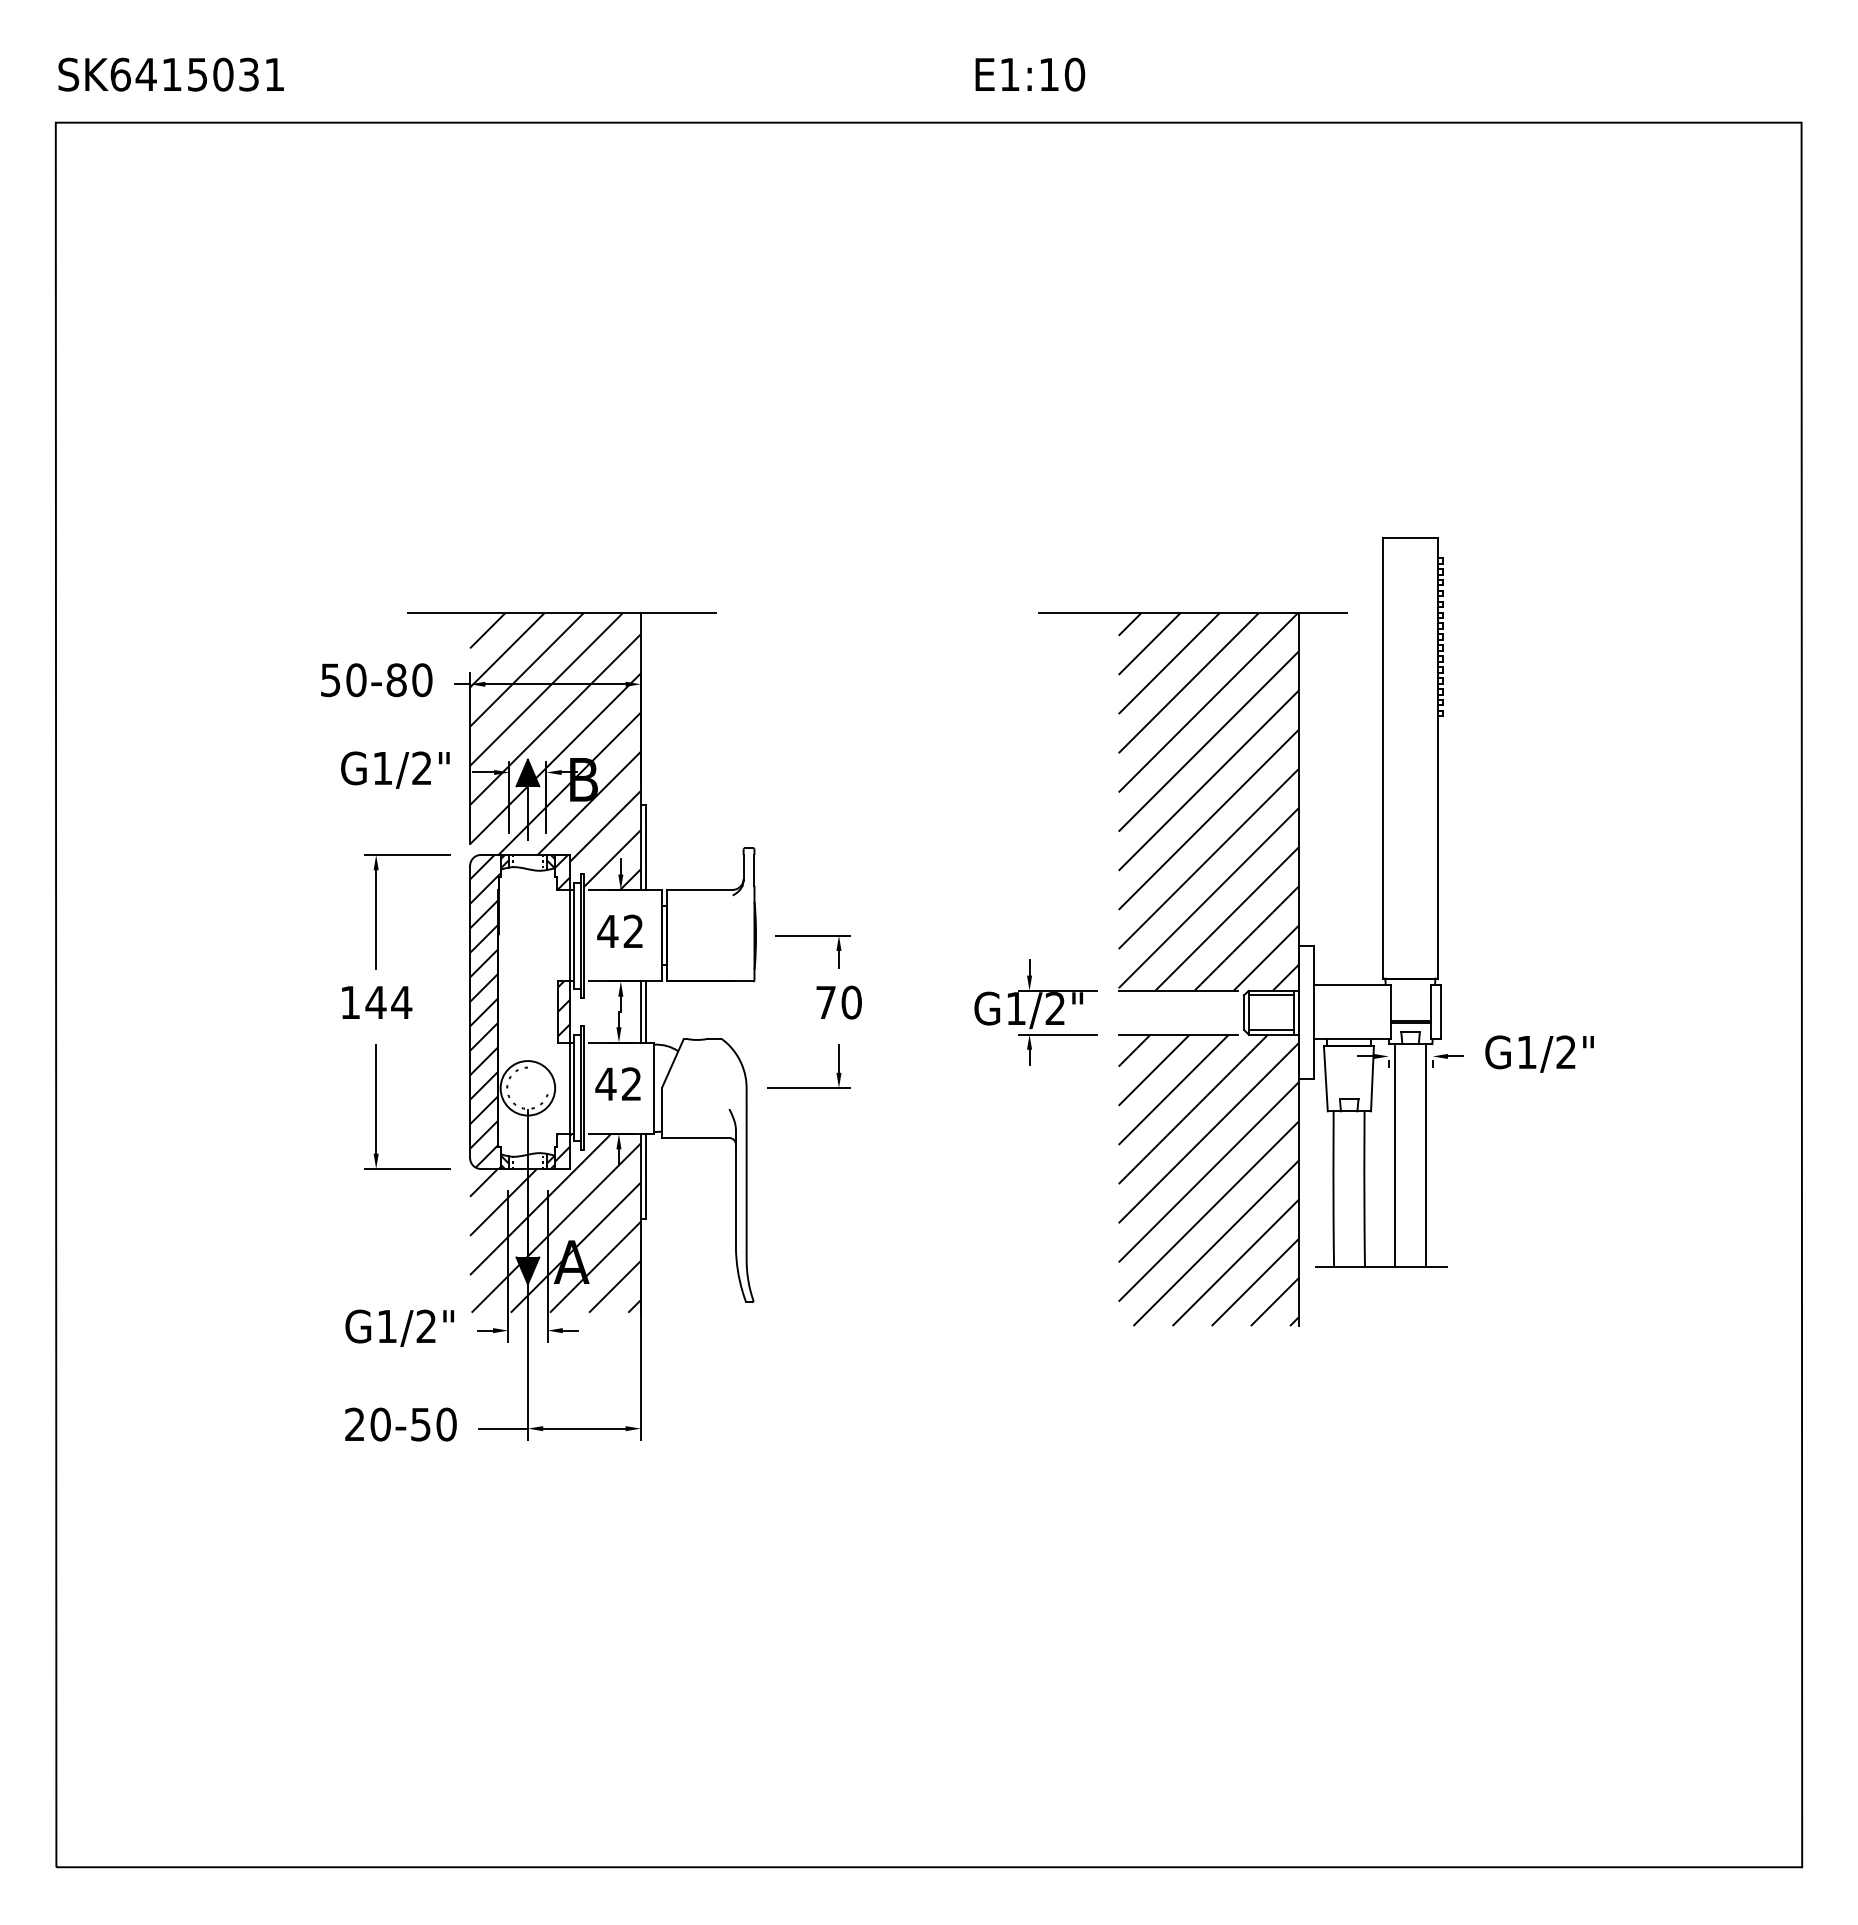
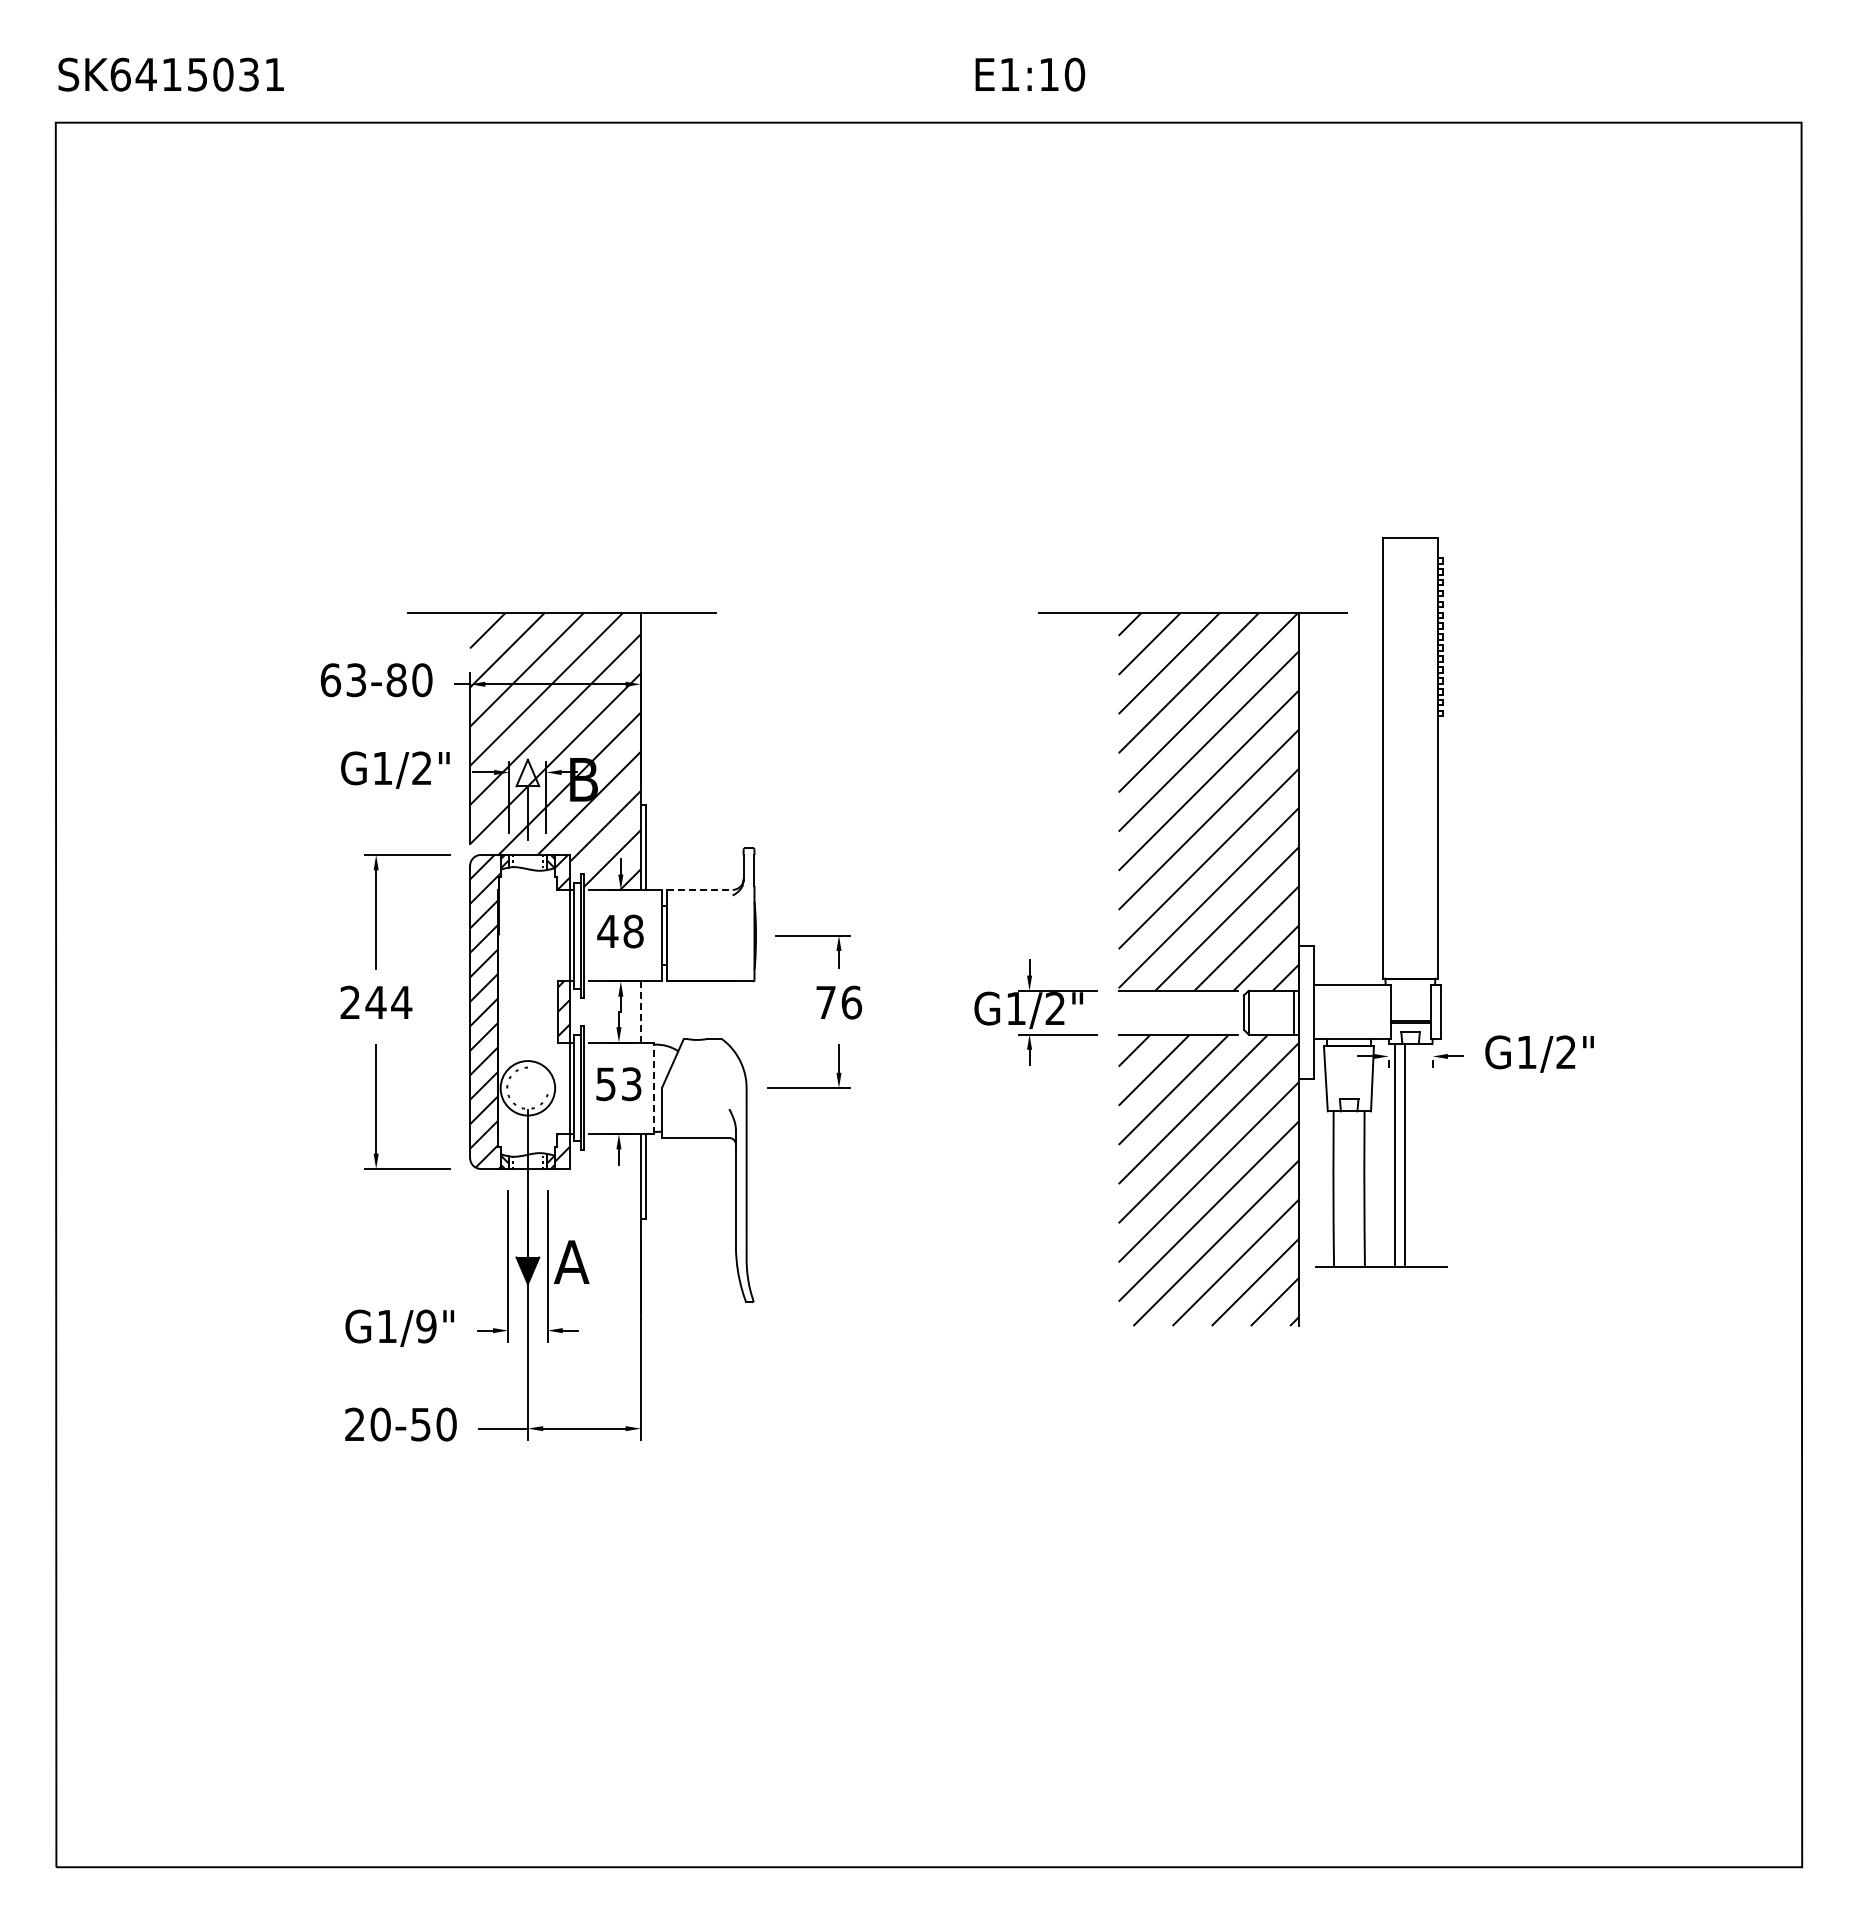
text at (343, 680): 50-80 -> 63-80
fill at (527, 772): present -> none
line at (699, 889): solid -> dashed
text at (633, 931): 42 -> 48
line at (1271, 995): present -> none
text at (349, 1001): 144 -> 244
text at (851, 1002): 70 -> 76
line at (640, 1011): solid -> dashed
line at (646, 1011): present -> none
line at (1271, 1029): present -> none
text at (618, 1084): 42 -> 53
line at (654, 1088): solid -> dashed
line at (1426, 1155) position: (1426, 1155) -> (1405, 1155)
hatch at (555, 1223): present -> none
text at (426, 1326): G1/2" -> G1/9"
